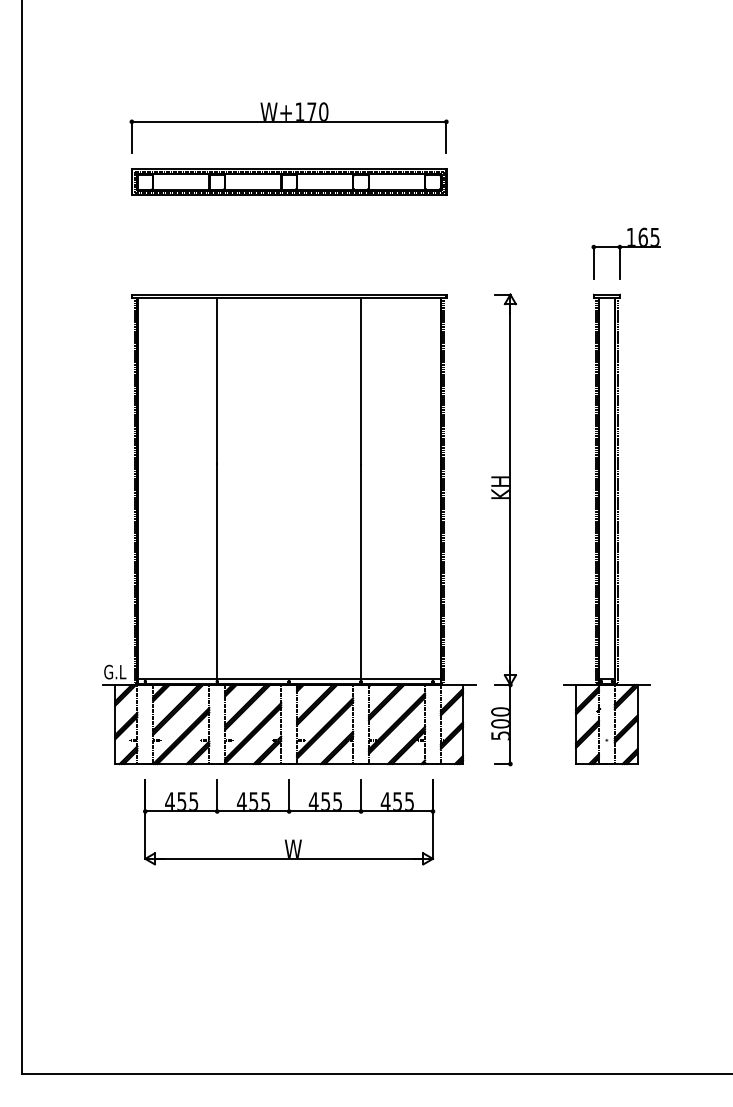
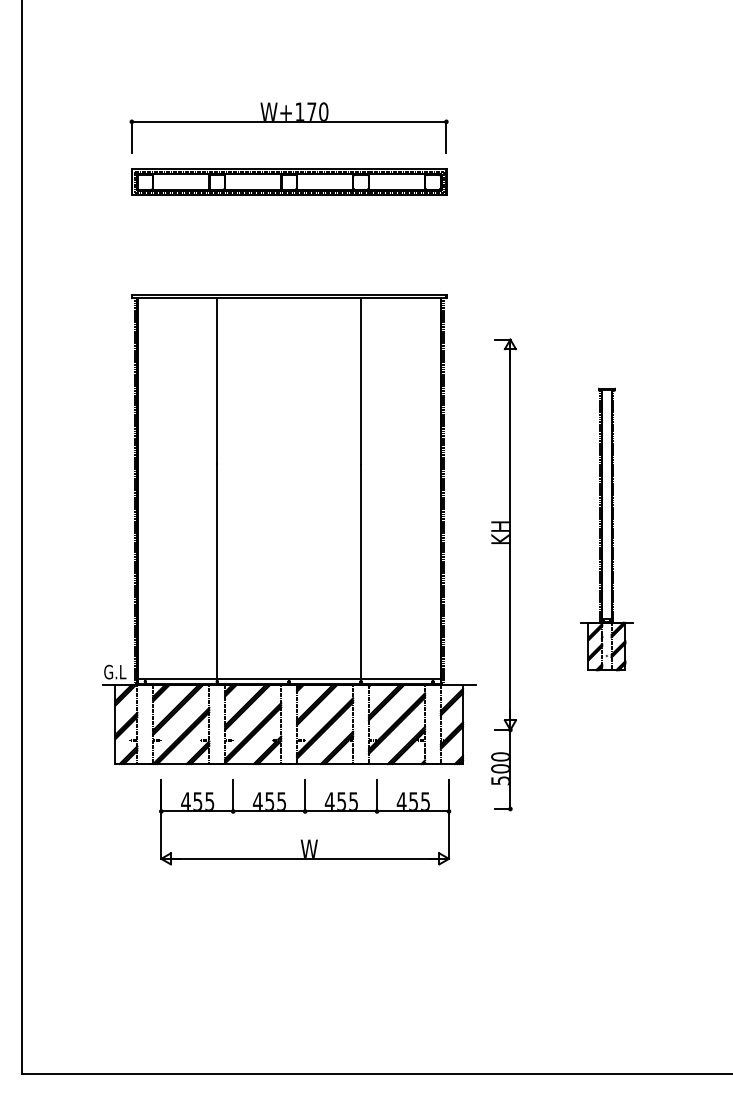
part at (625, 253): present -> none
part at (503, 529) position: (503, 529) -> (503, 574)
part at (606, 529) size: 88x473 px -> 54x285 px
part at (289, 822) position: (289, 822) -> (305, 822)
